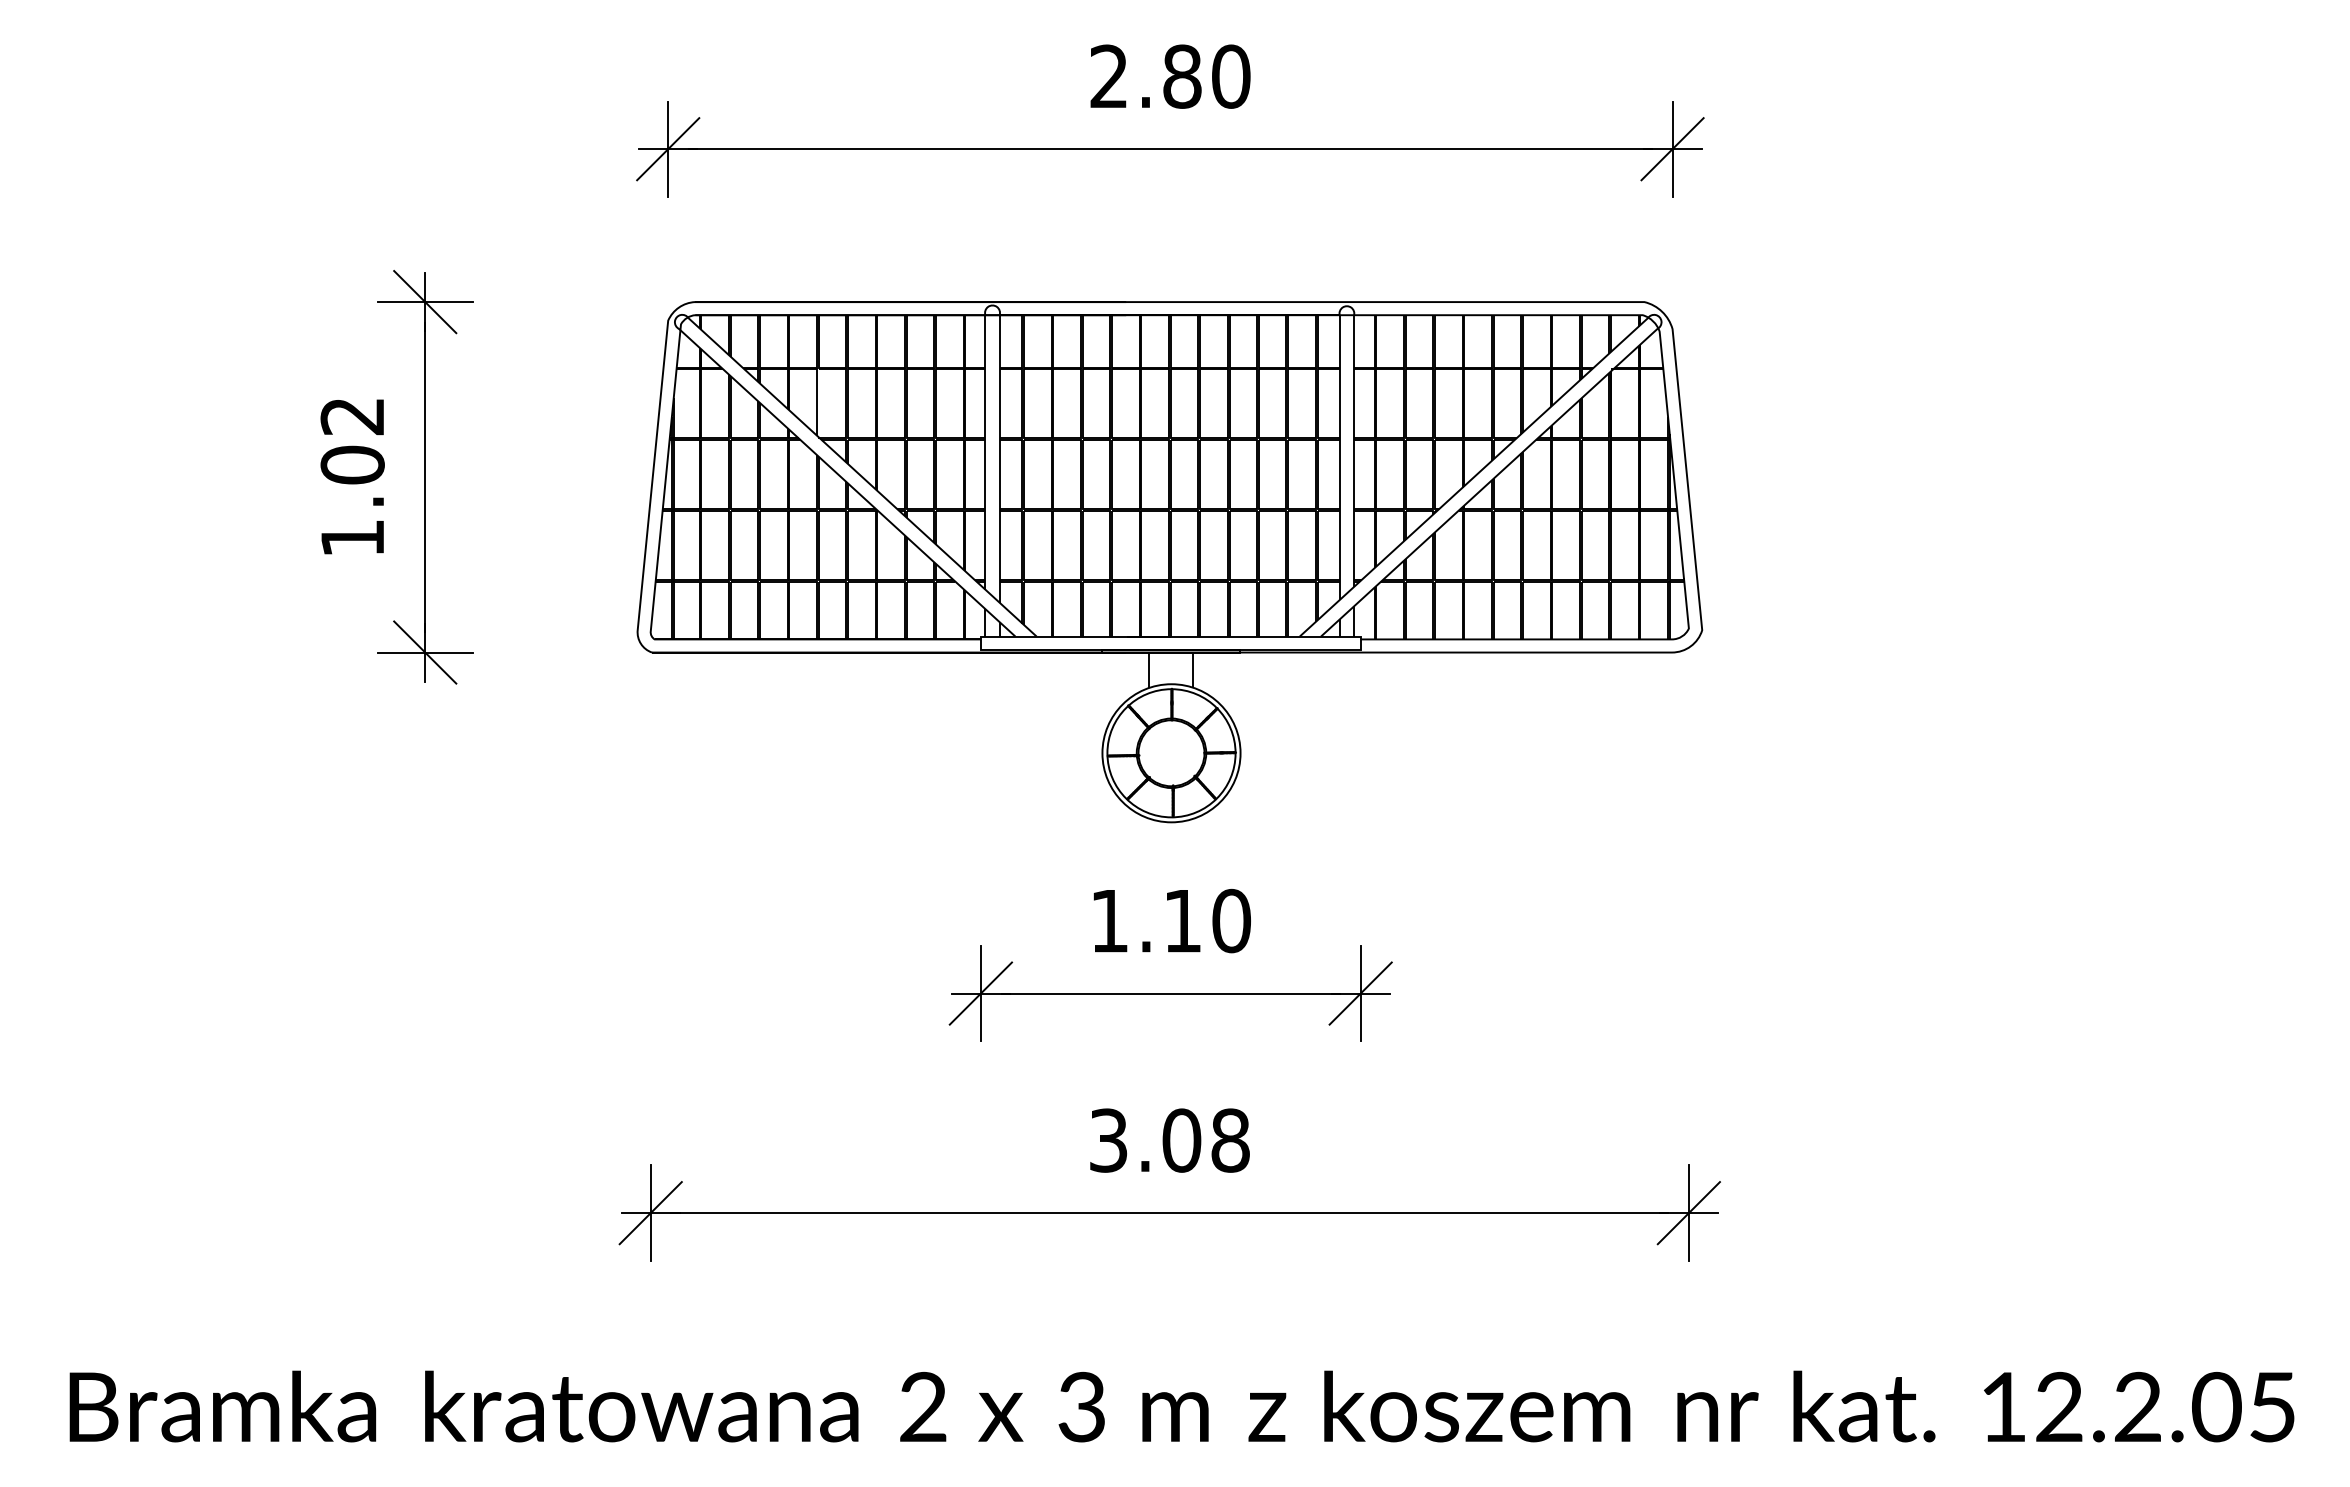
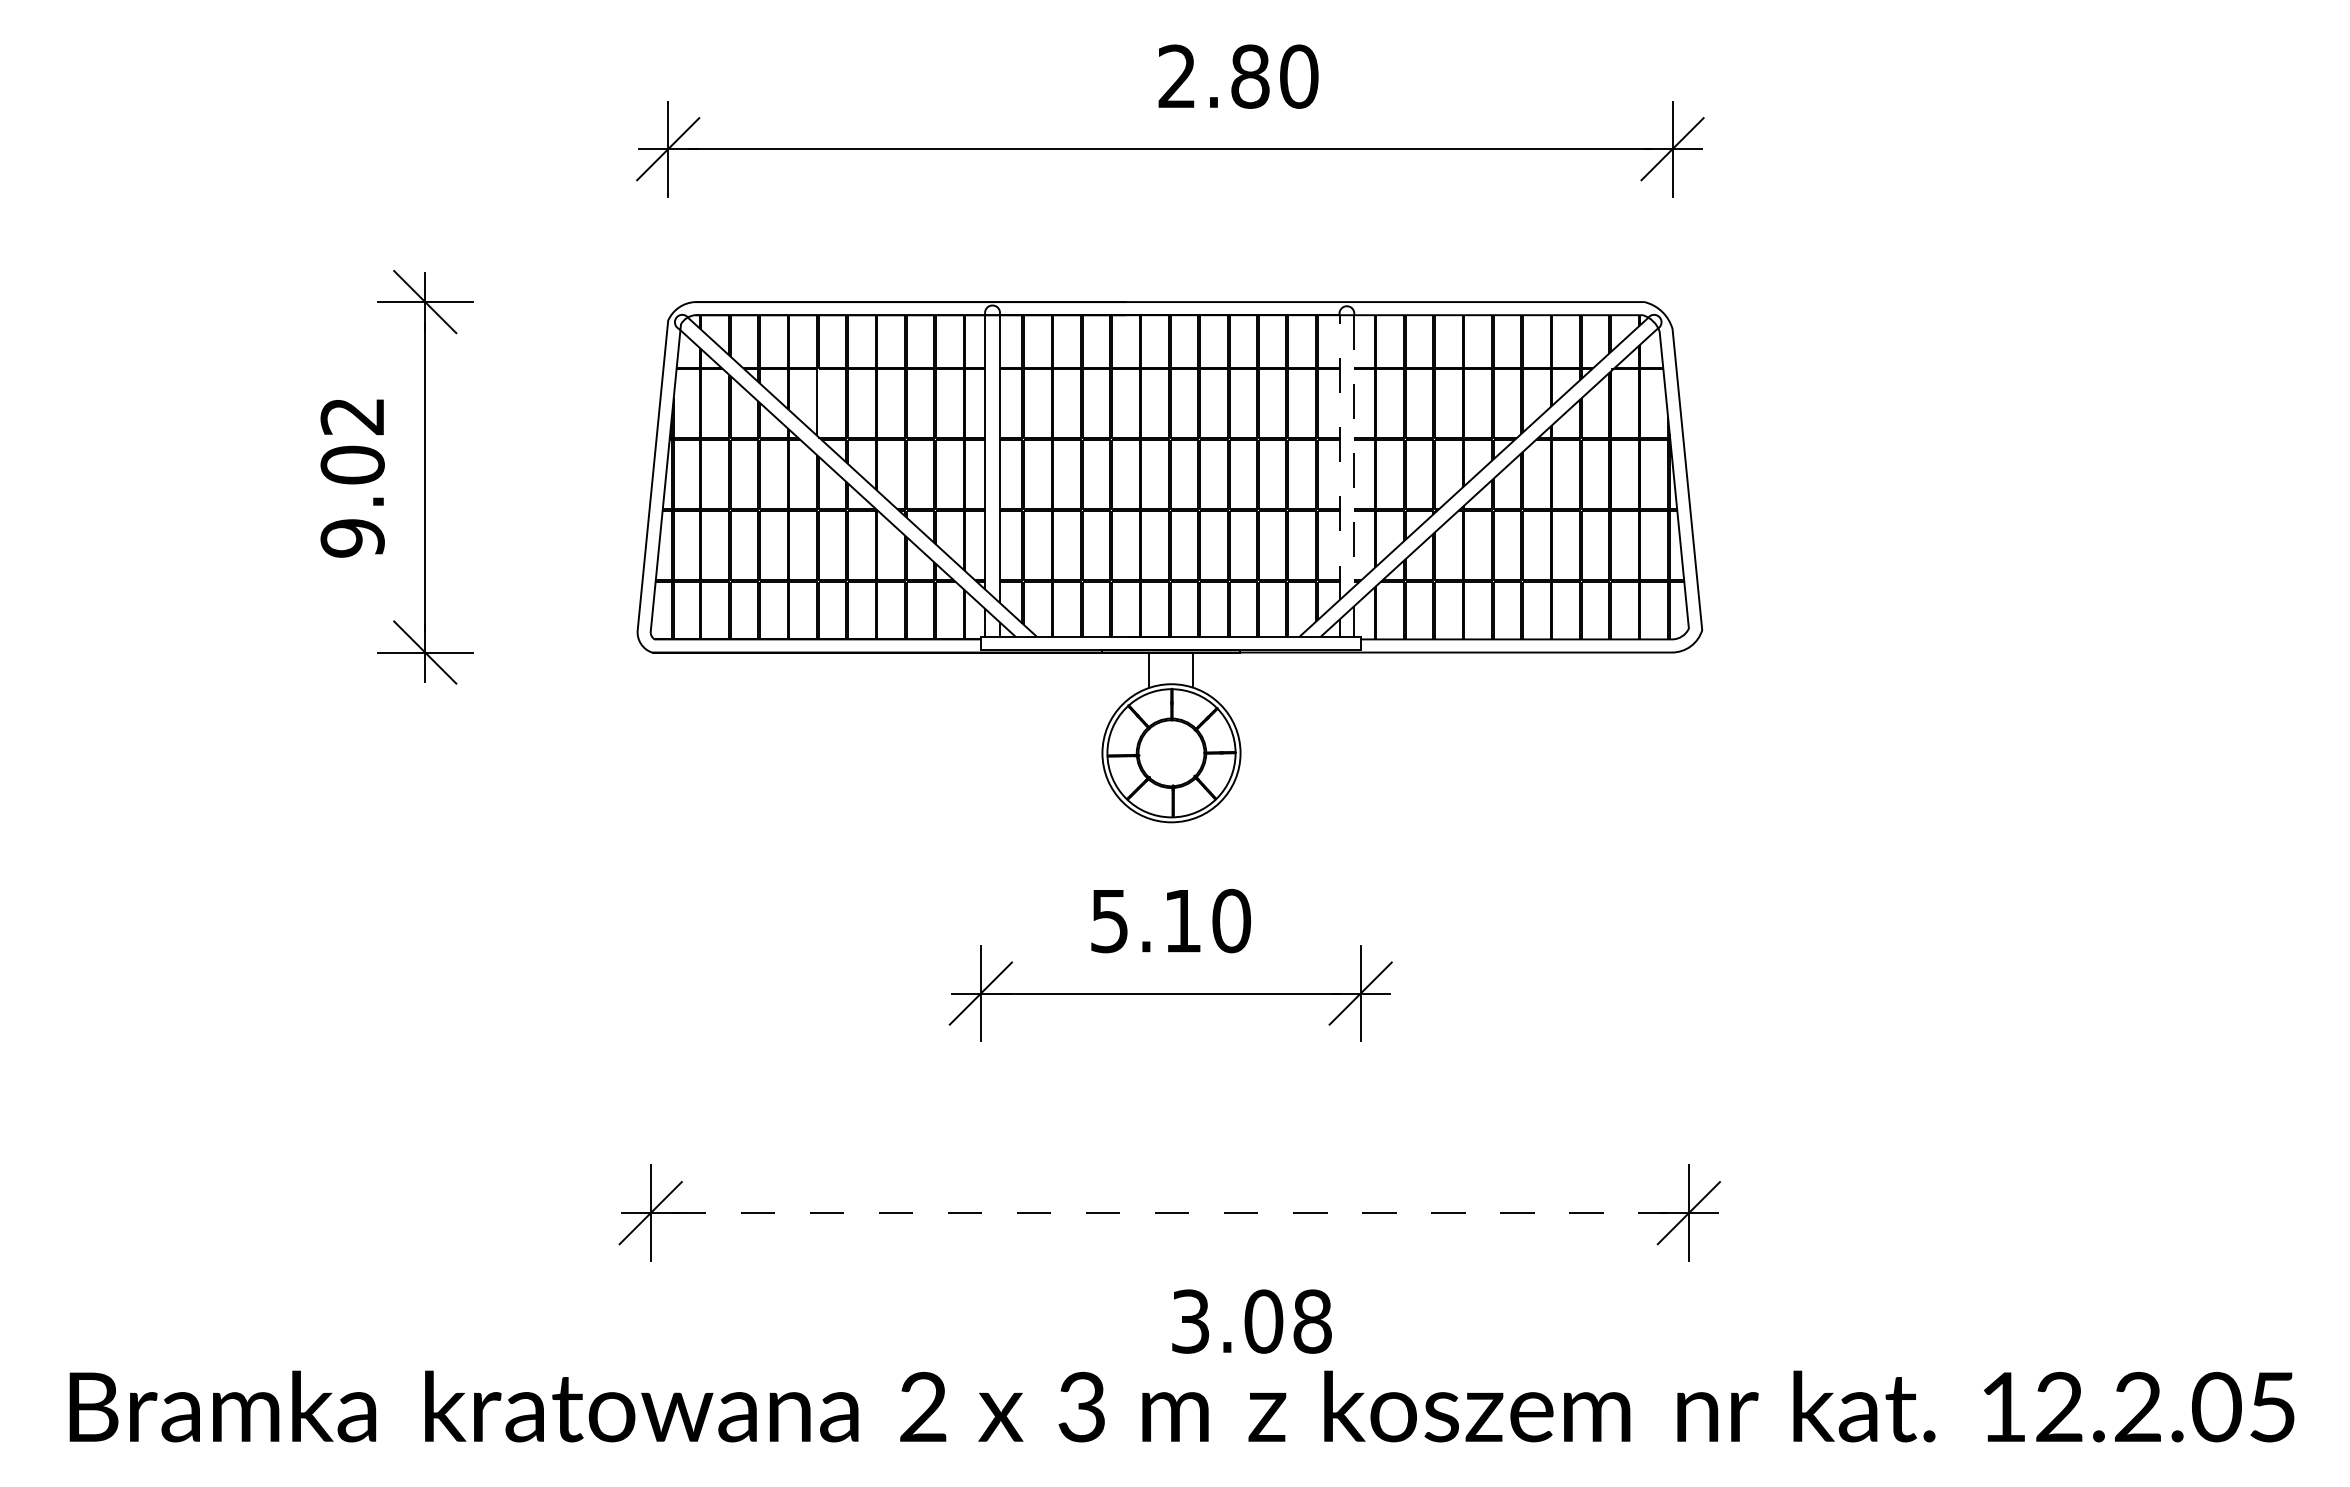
text at (1170, 76) position: (1170, 76) -> (1238, 76)
line at (1354, 451): solid -> dashed
line at (1339, 457): solid -> dashed
text at (352, 538): 1.02 -> 9.02
text at (1109, 921): 1.10 -> 5.10
text at (1169, 1140) position: (1169, 1140) -> (1251, 1321)
line at (1170, 1213): solid -> dashed
